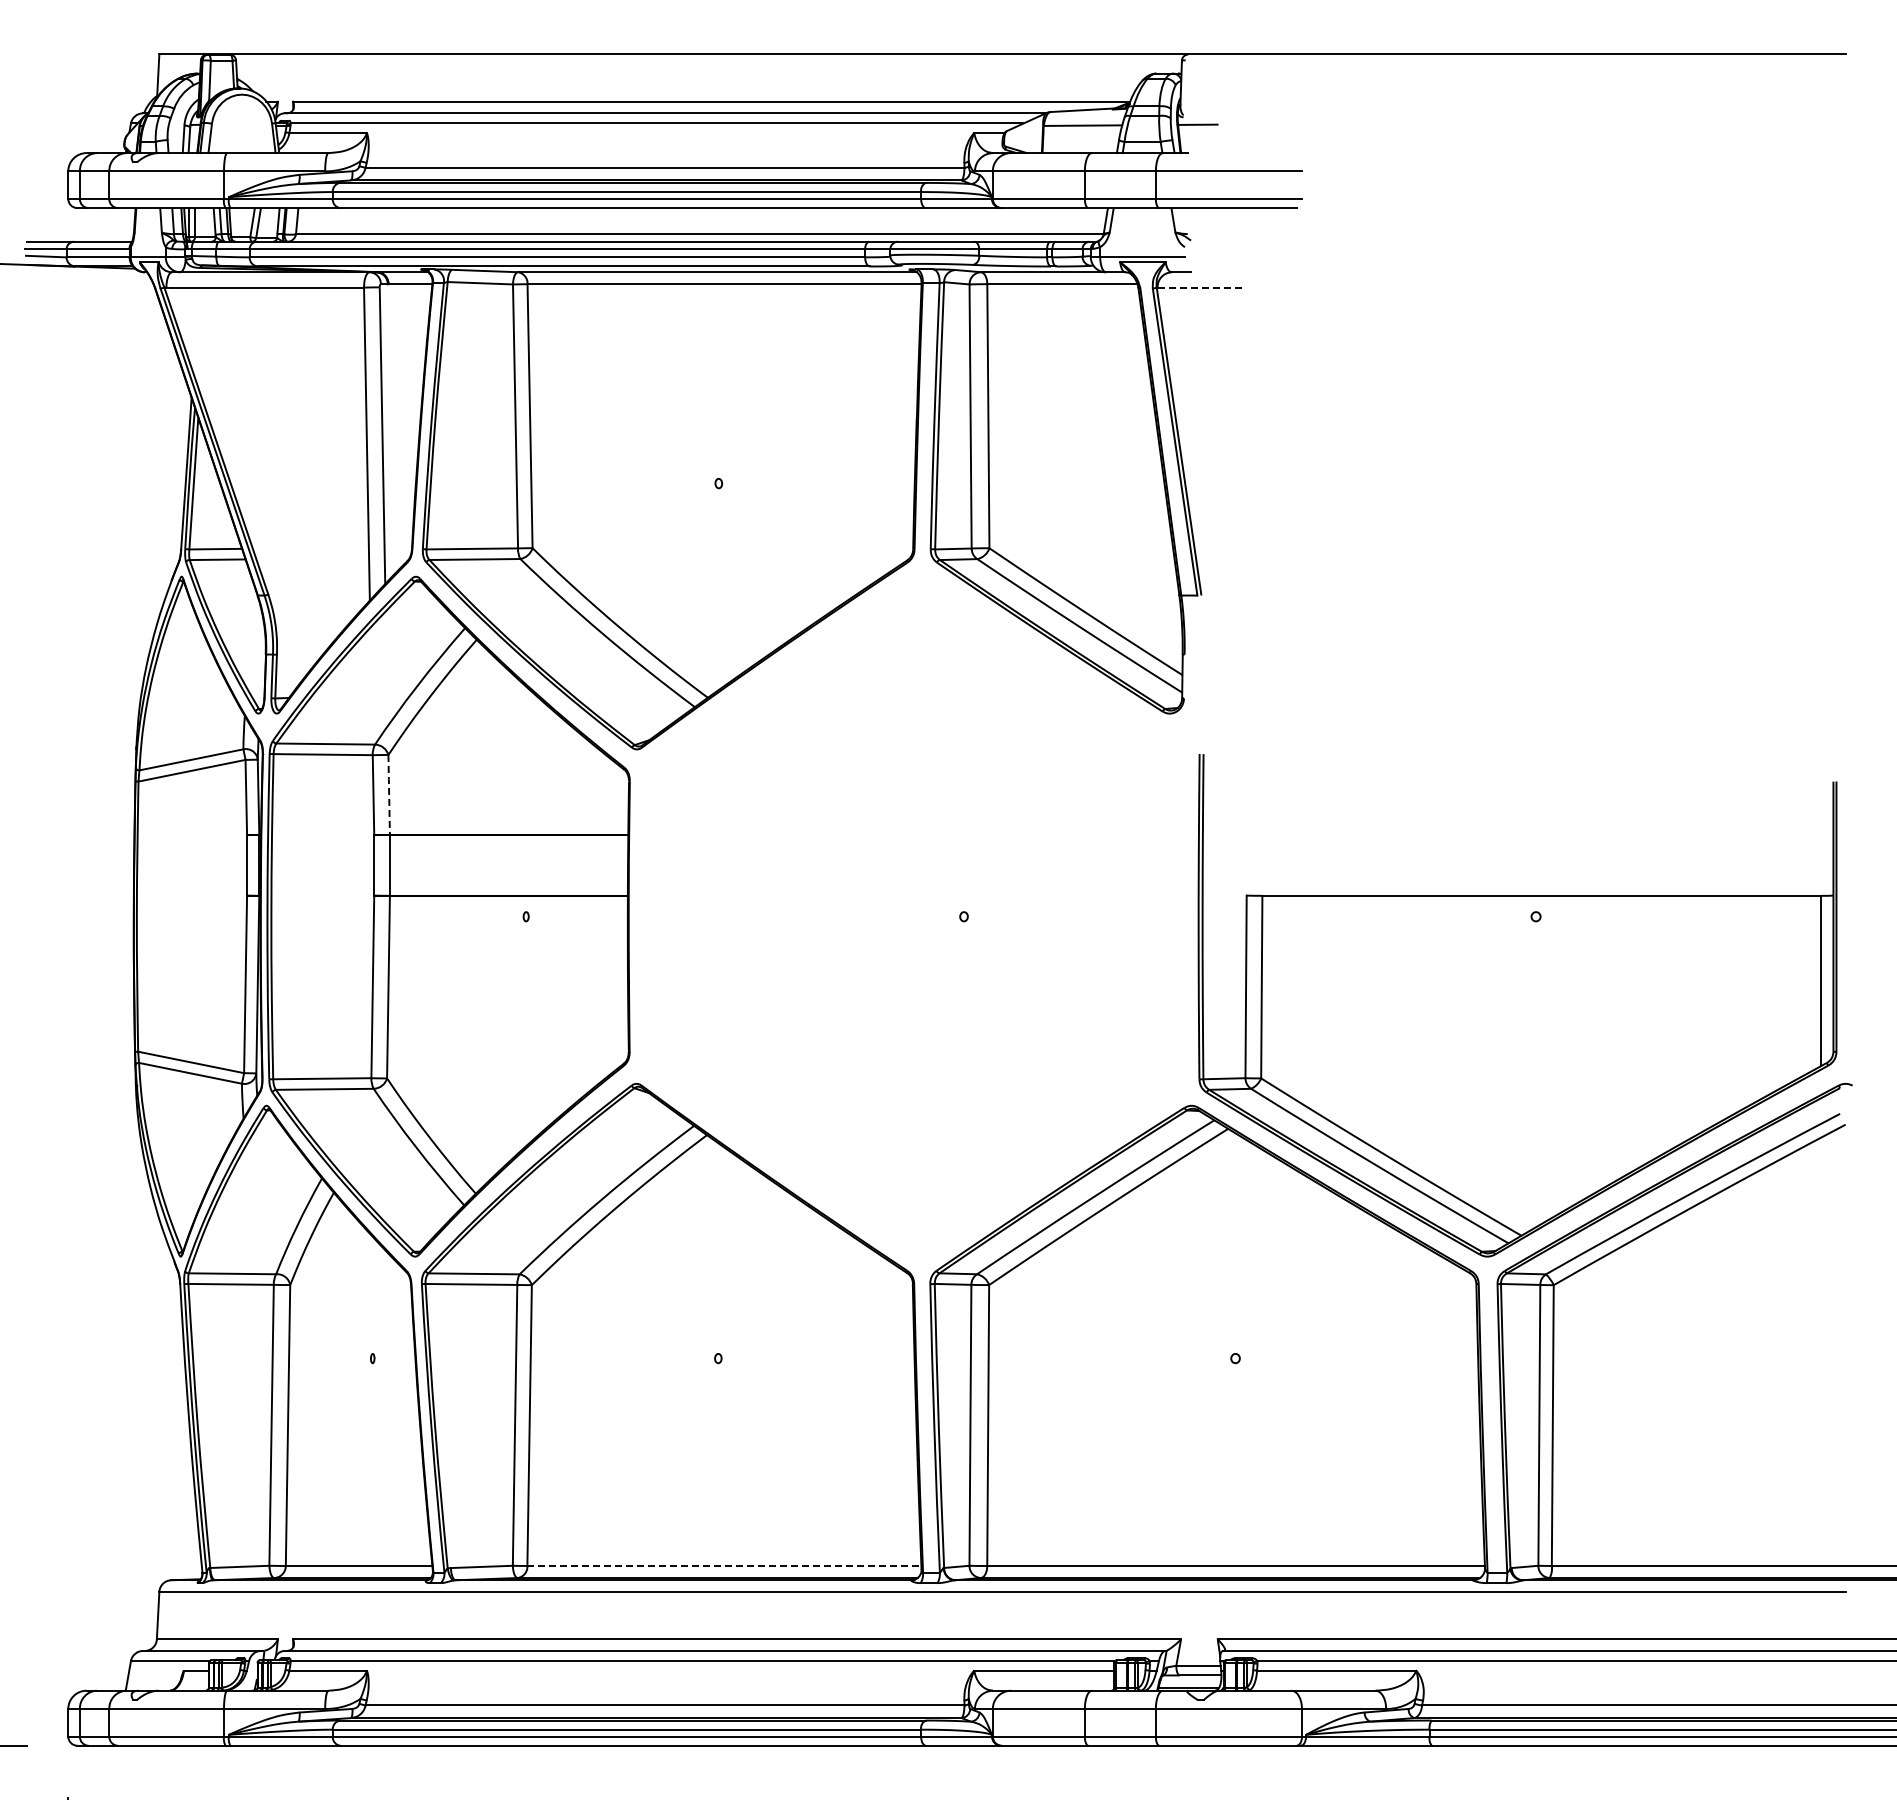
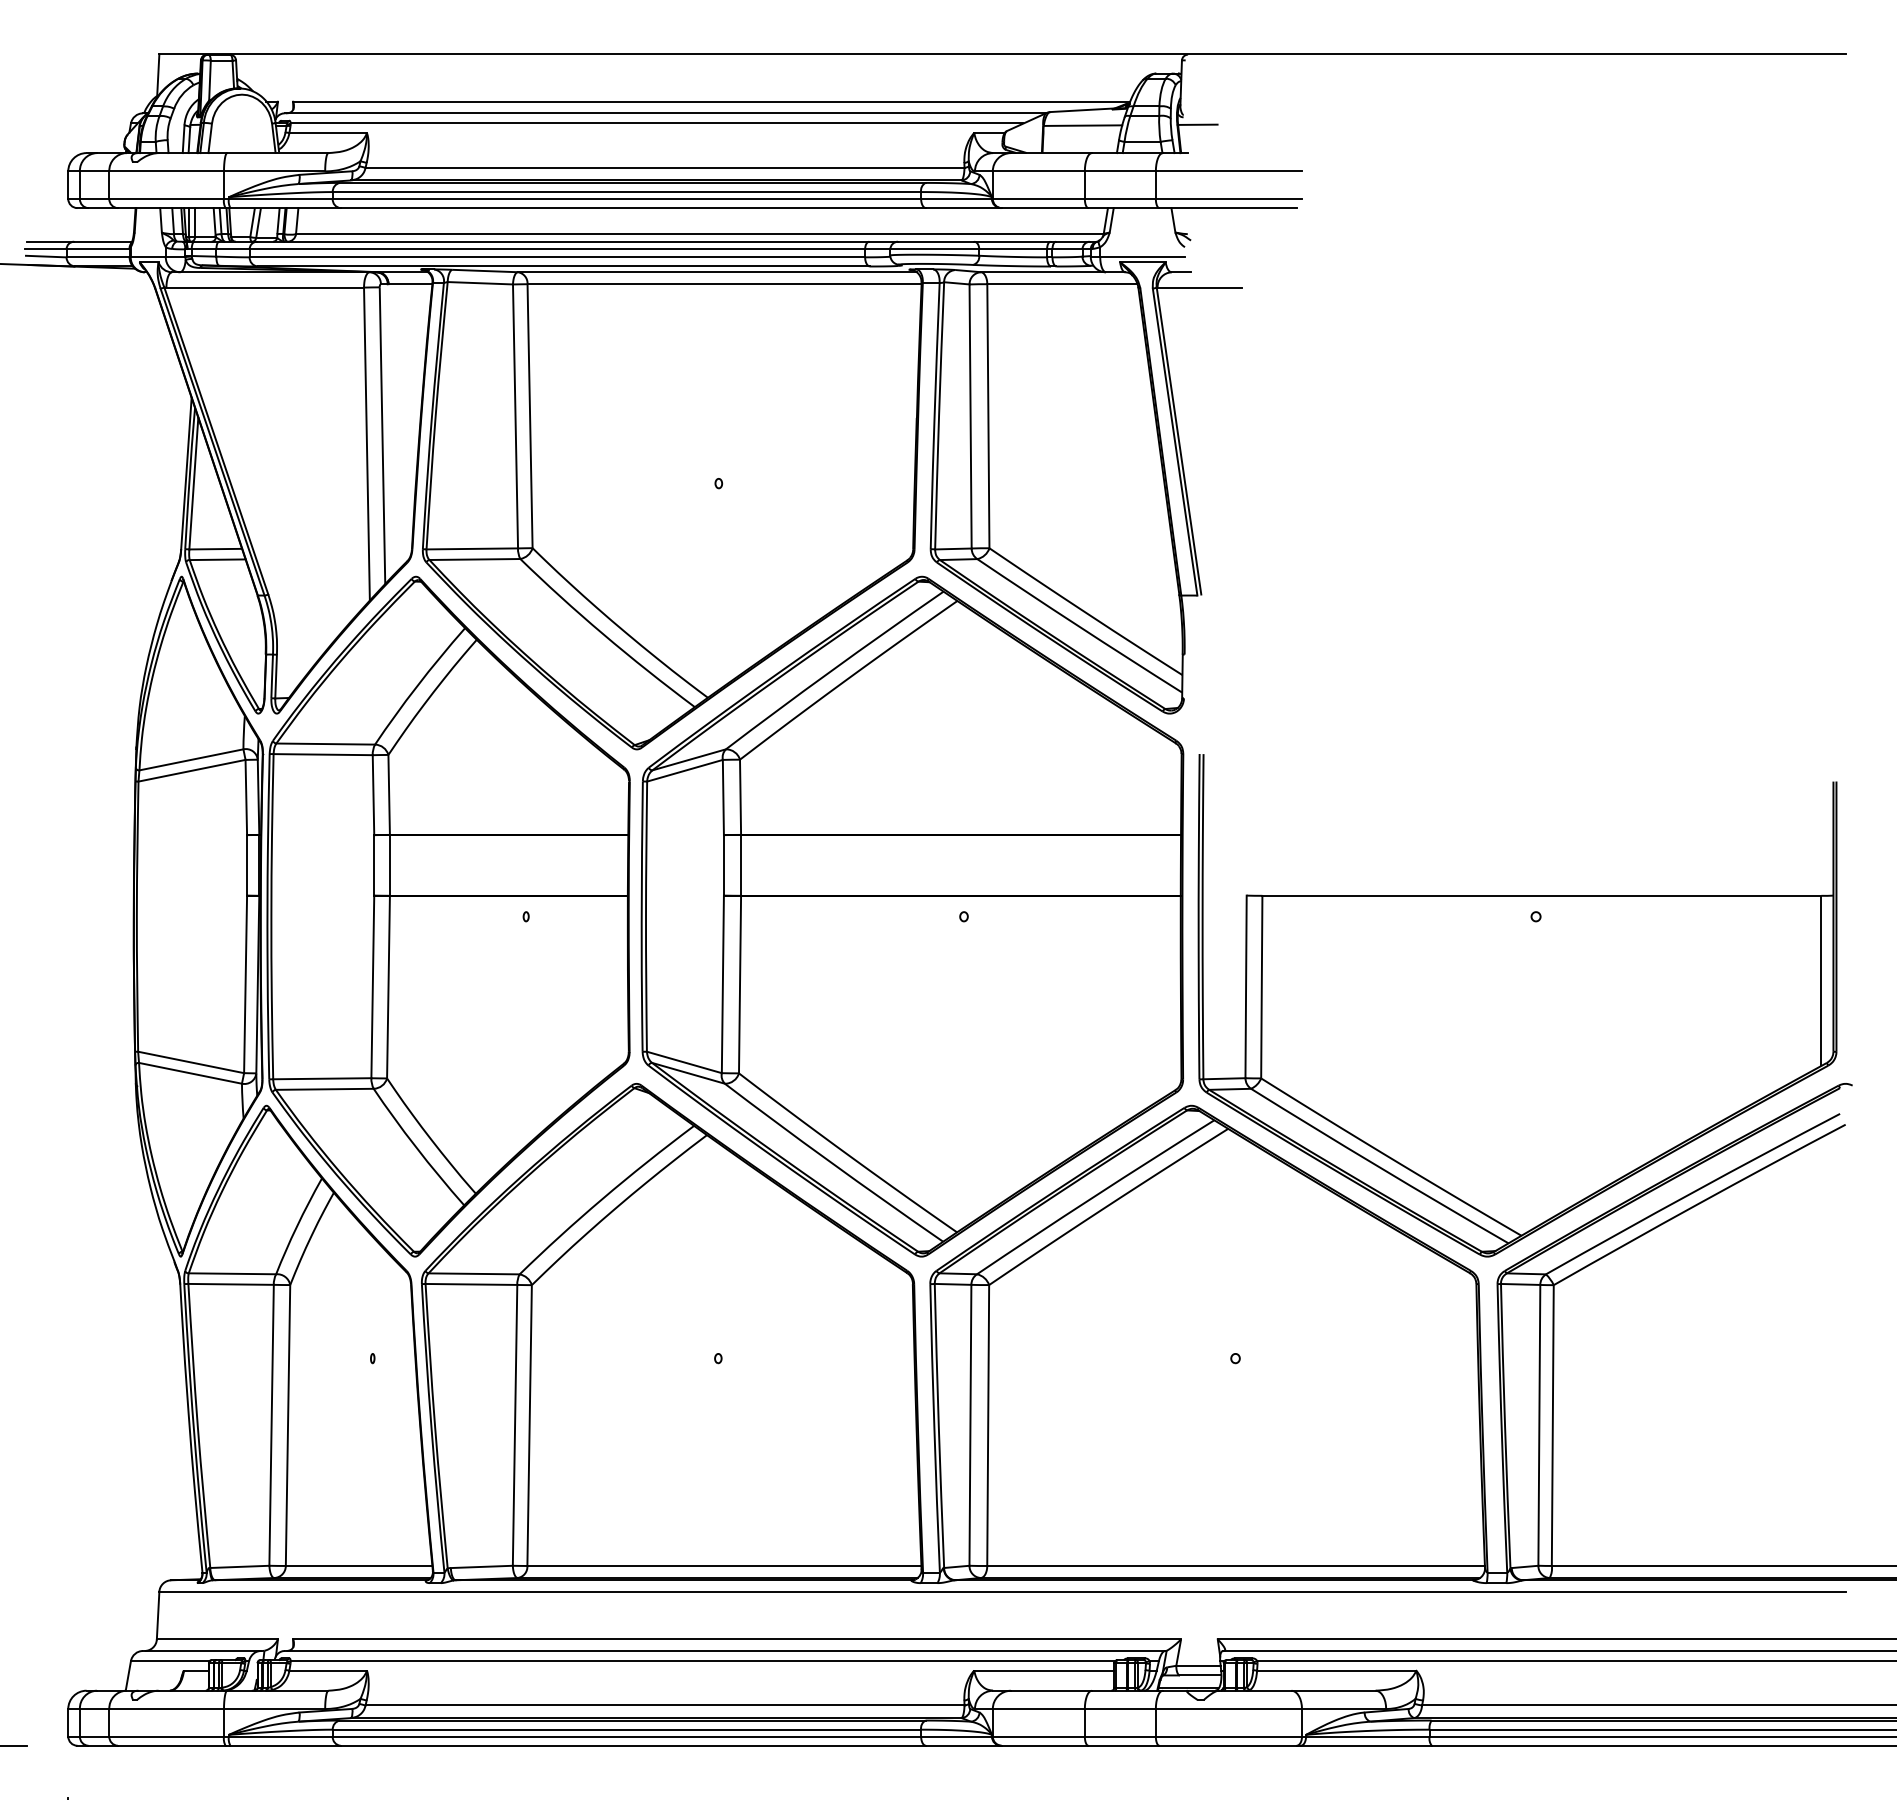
line at (1199, 287): dashed -> solid
line at (389, 794): dashed -> solid
part at (912, 916): none -> present
line at (724, 1566): dashed -> solid
